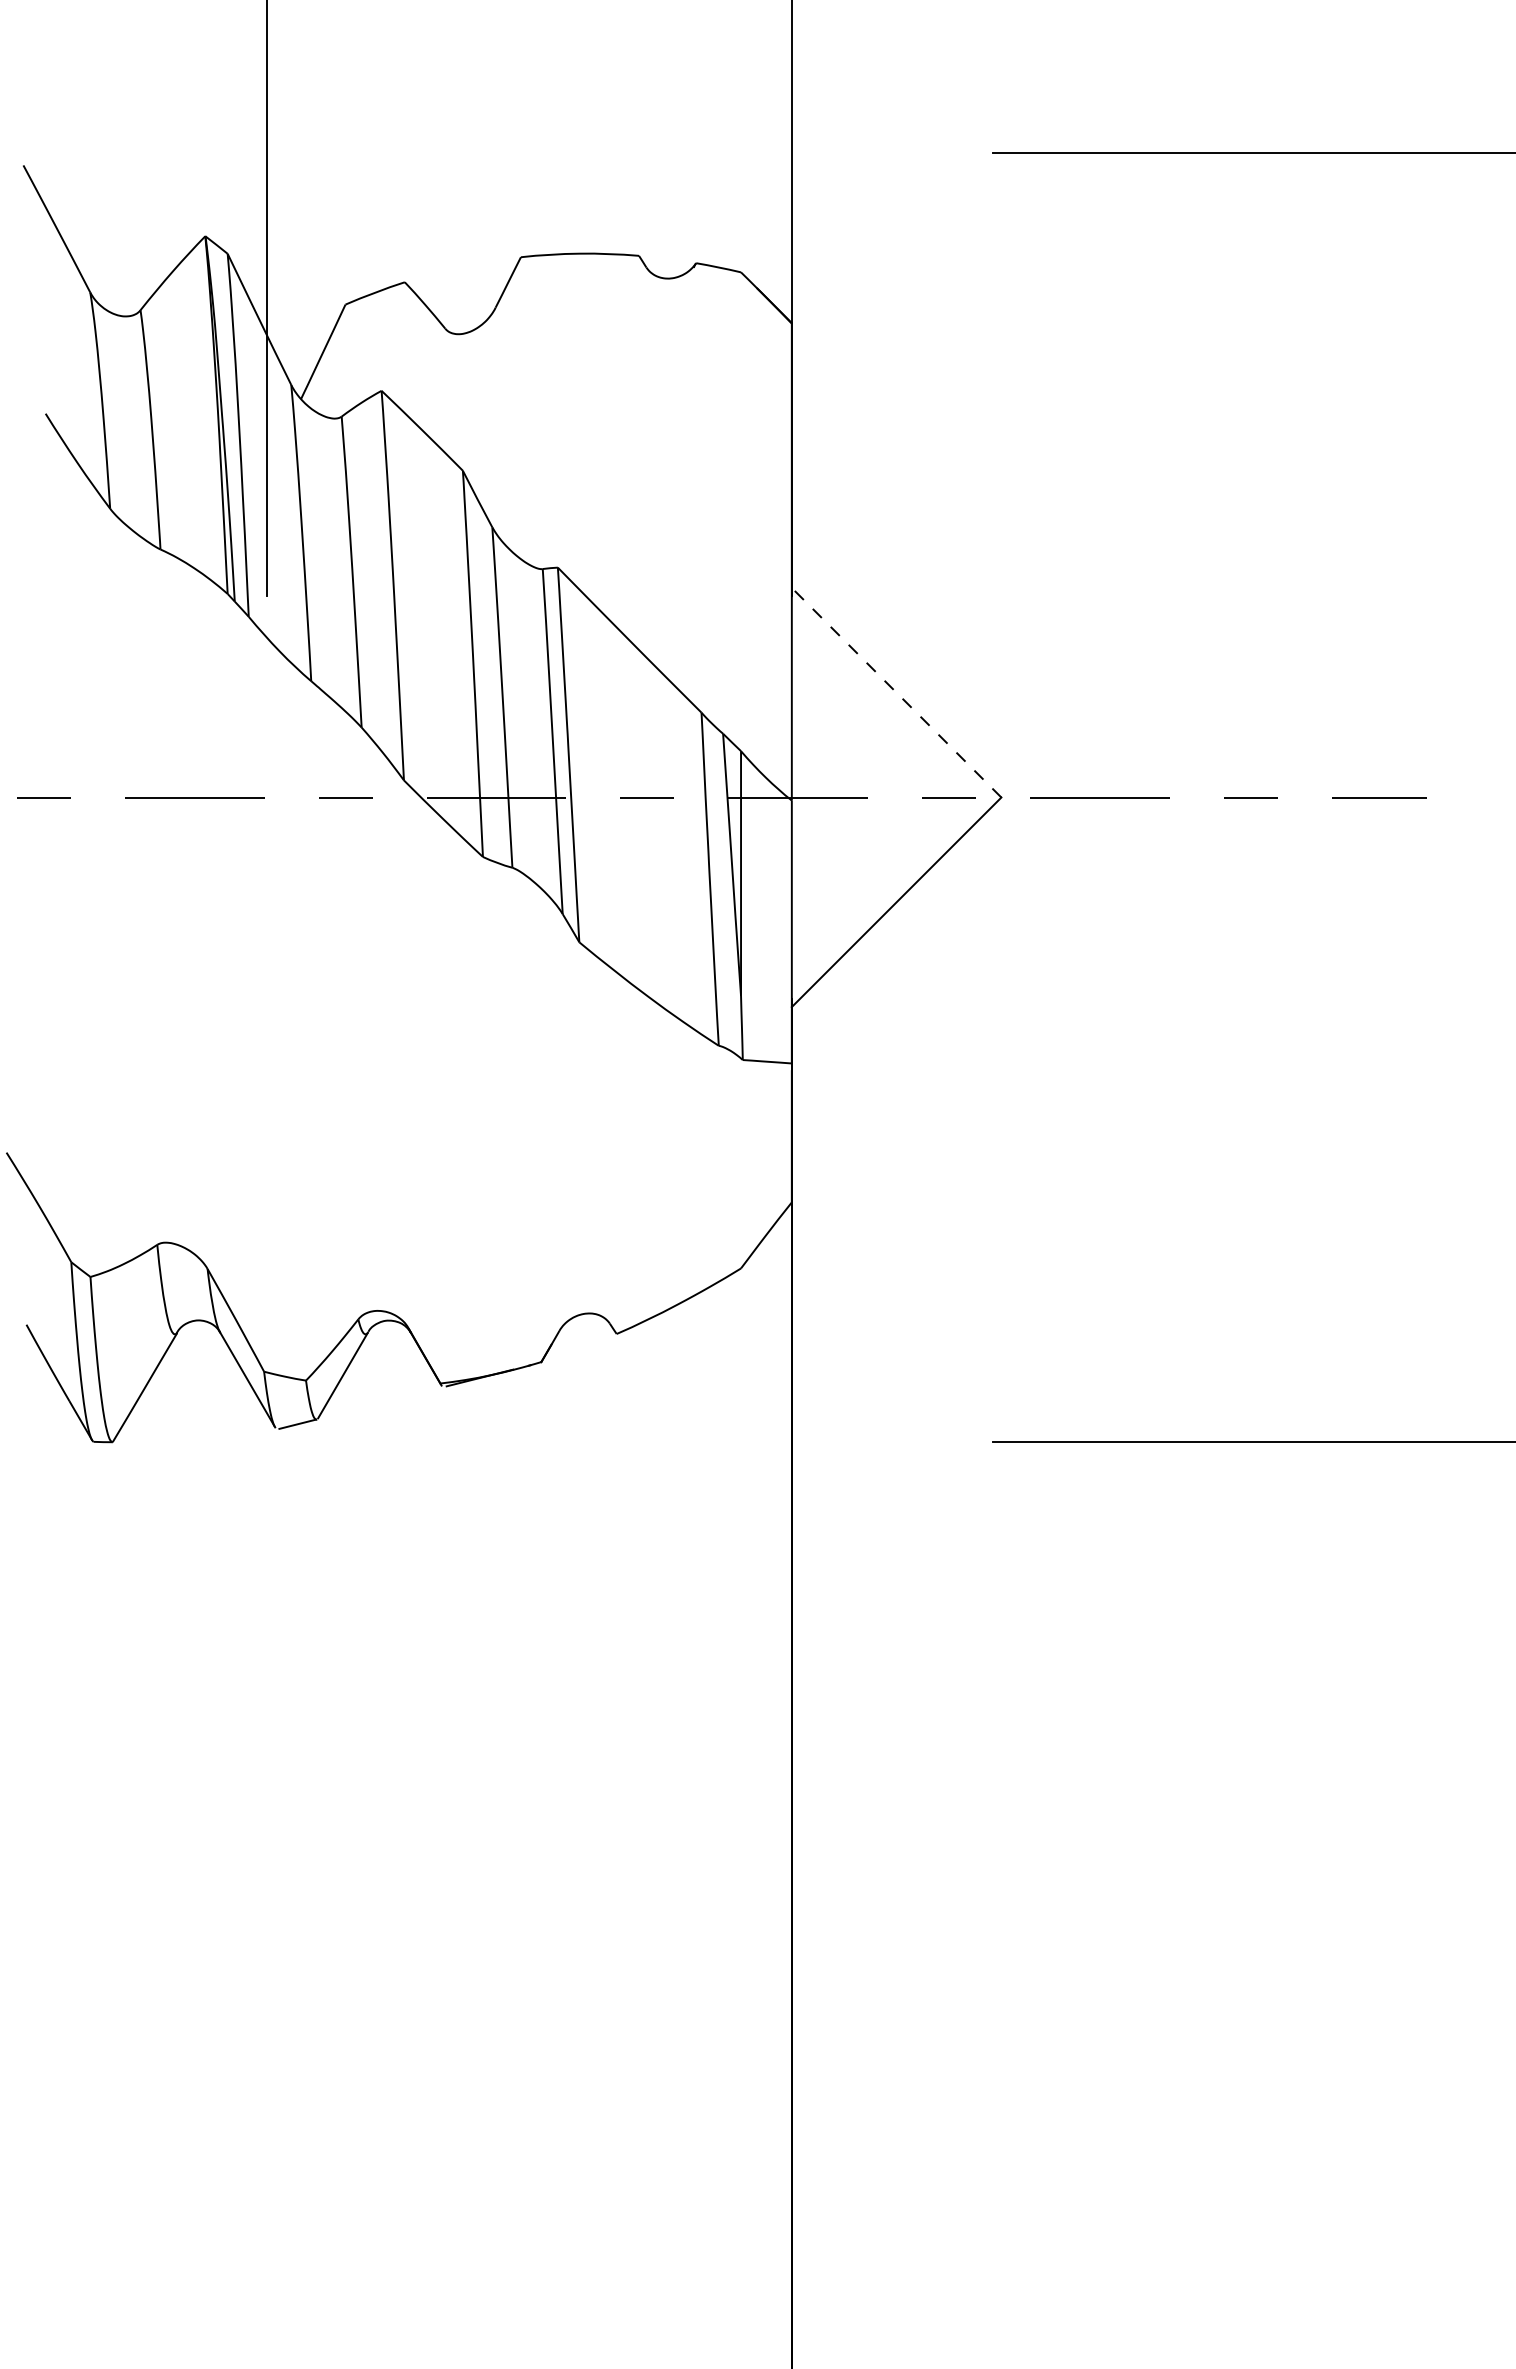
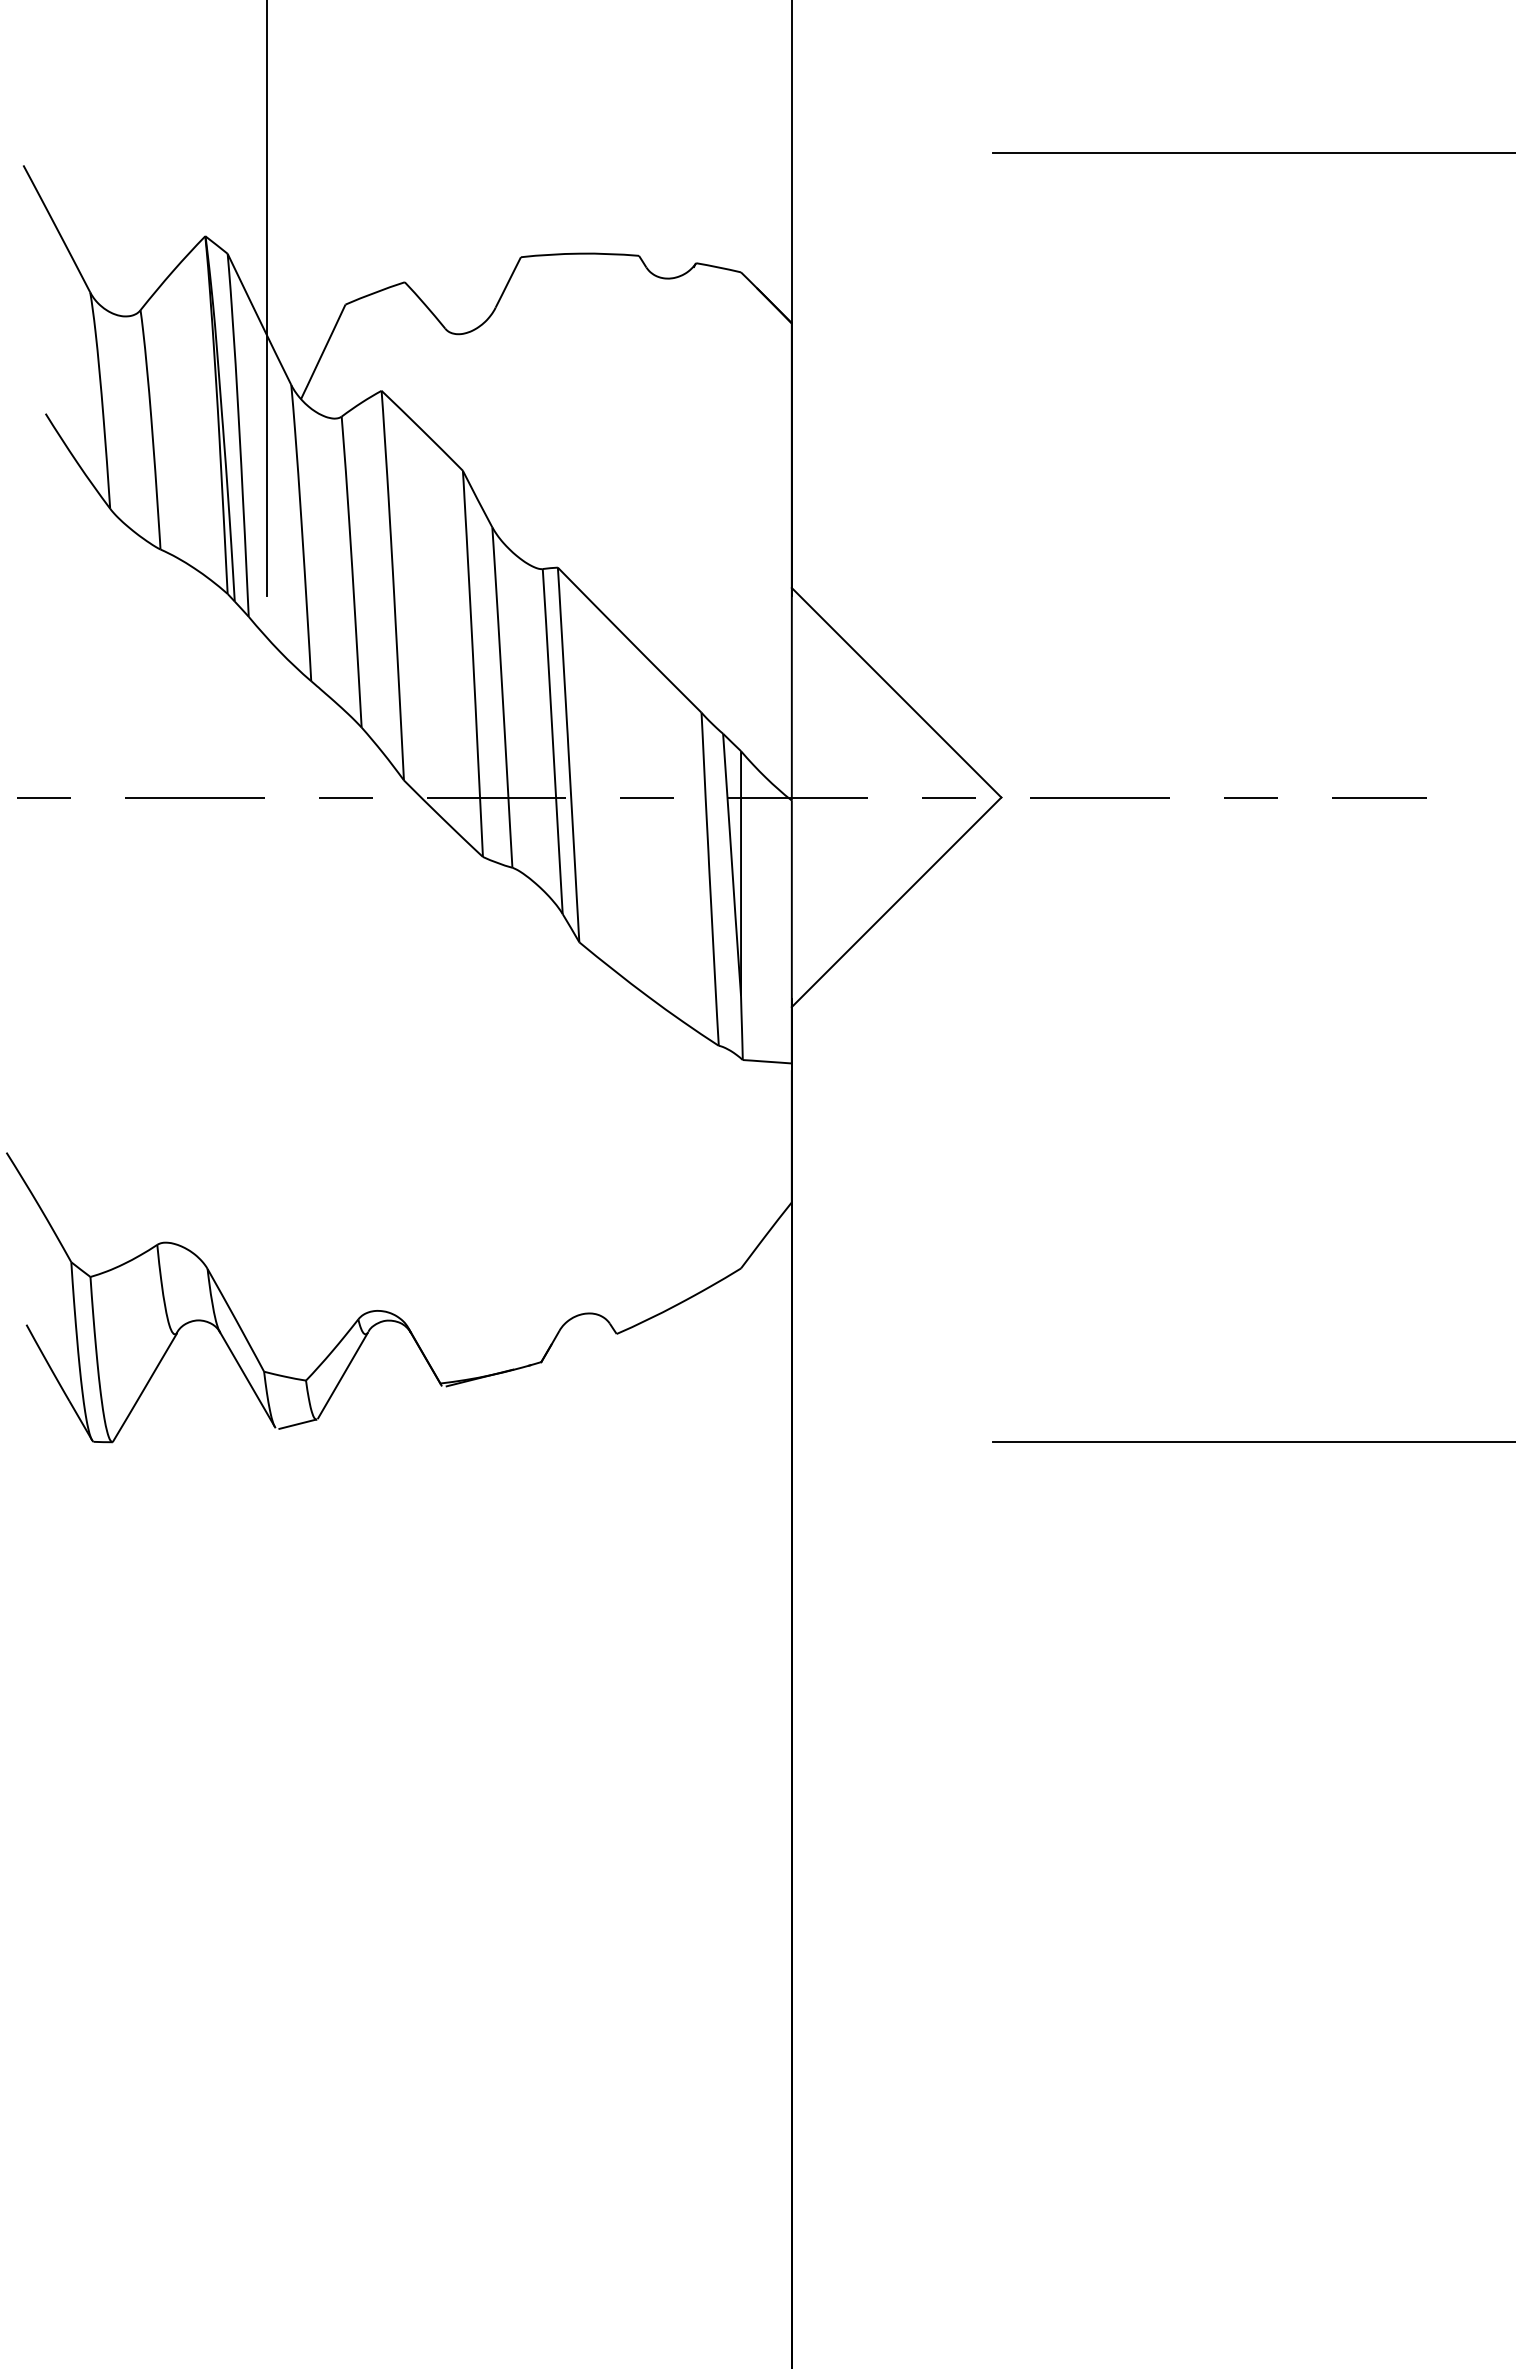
line at (896, 692): dashed -> solid
